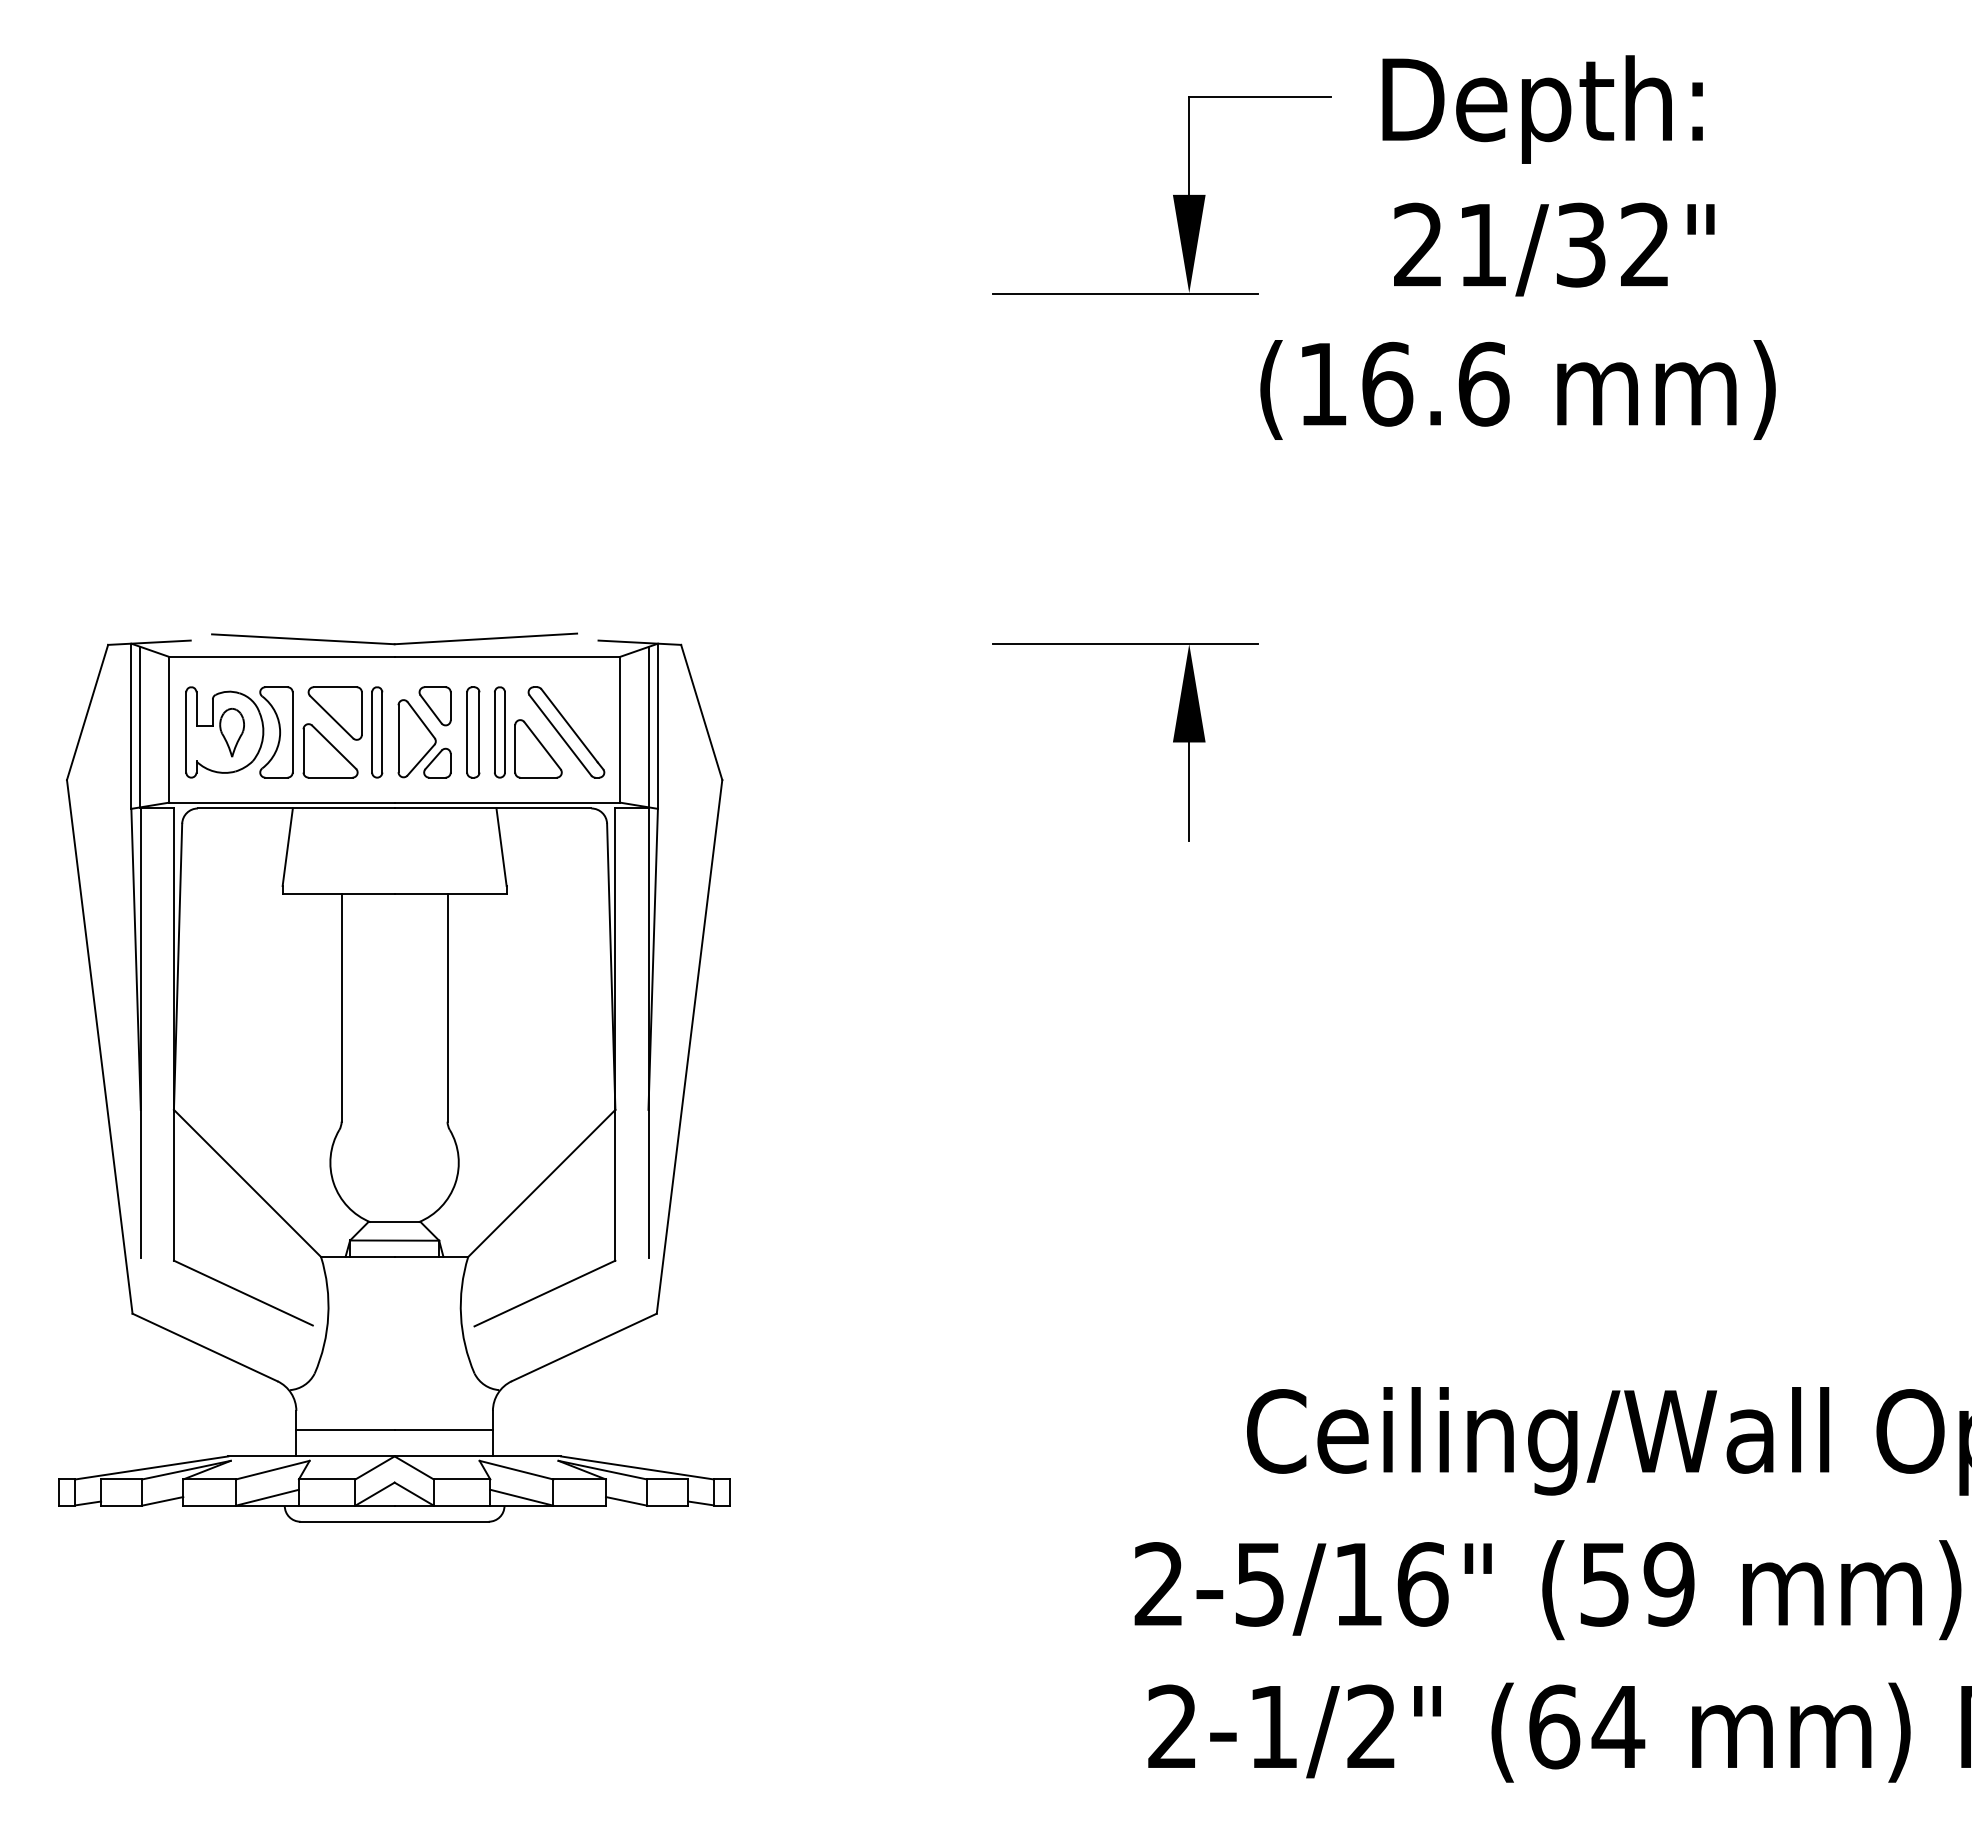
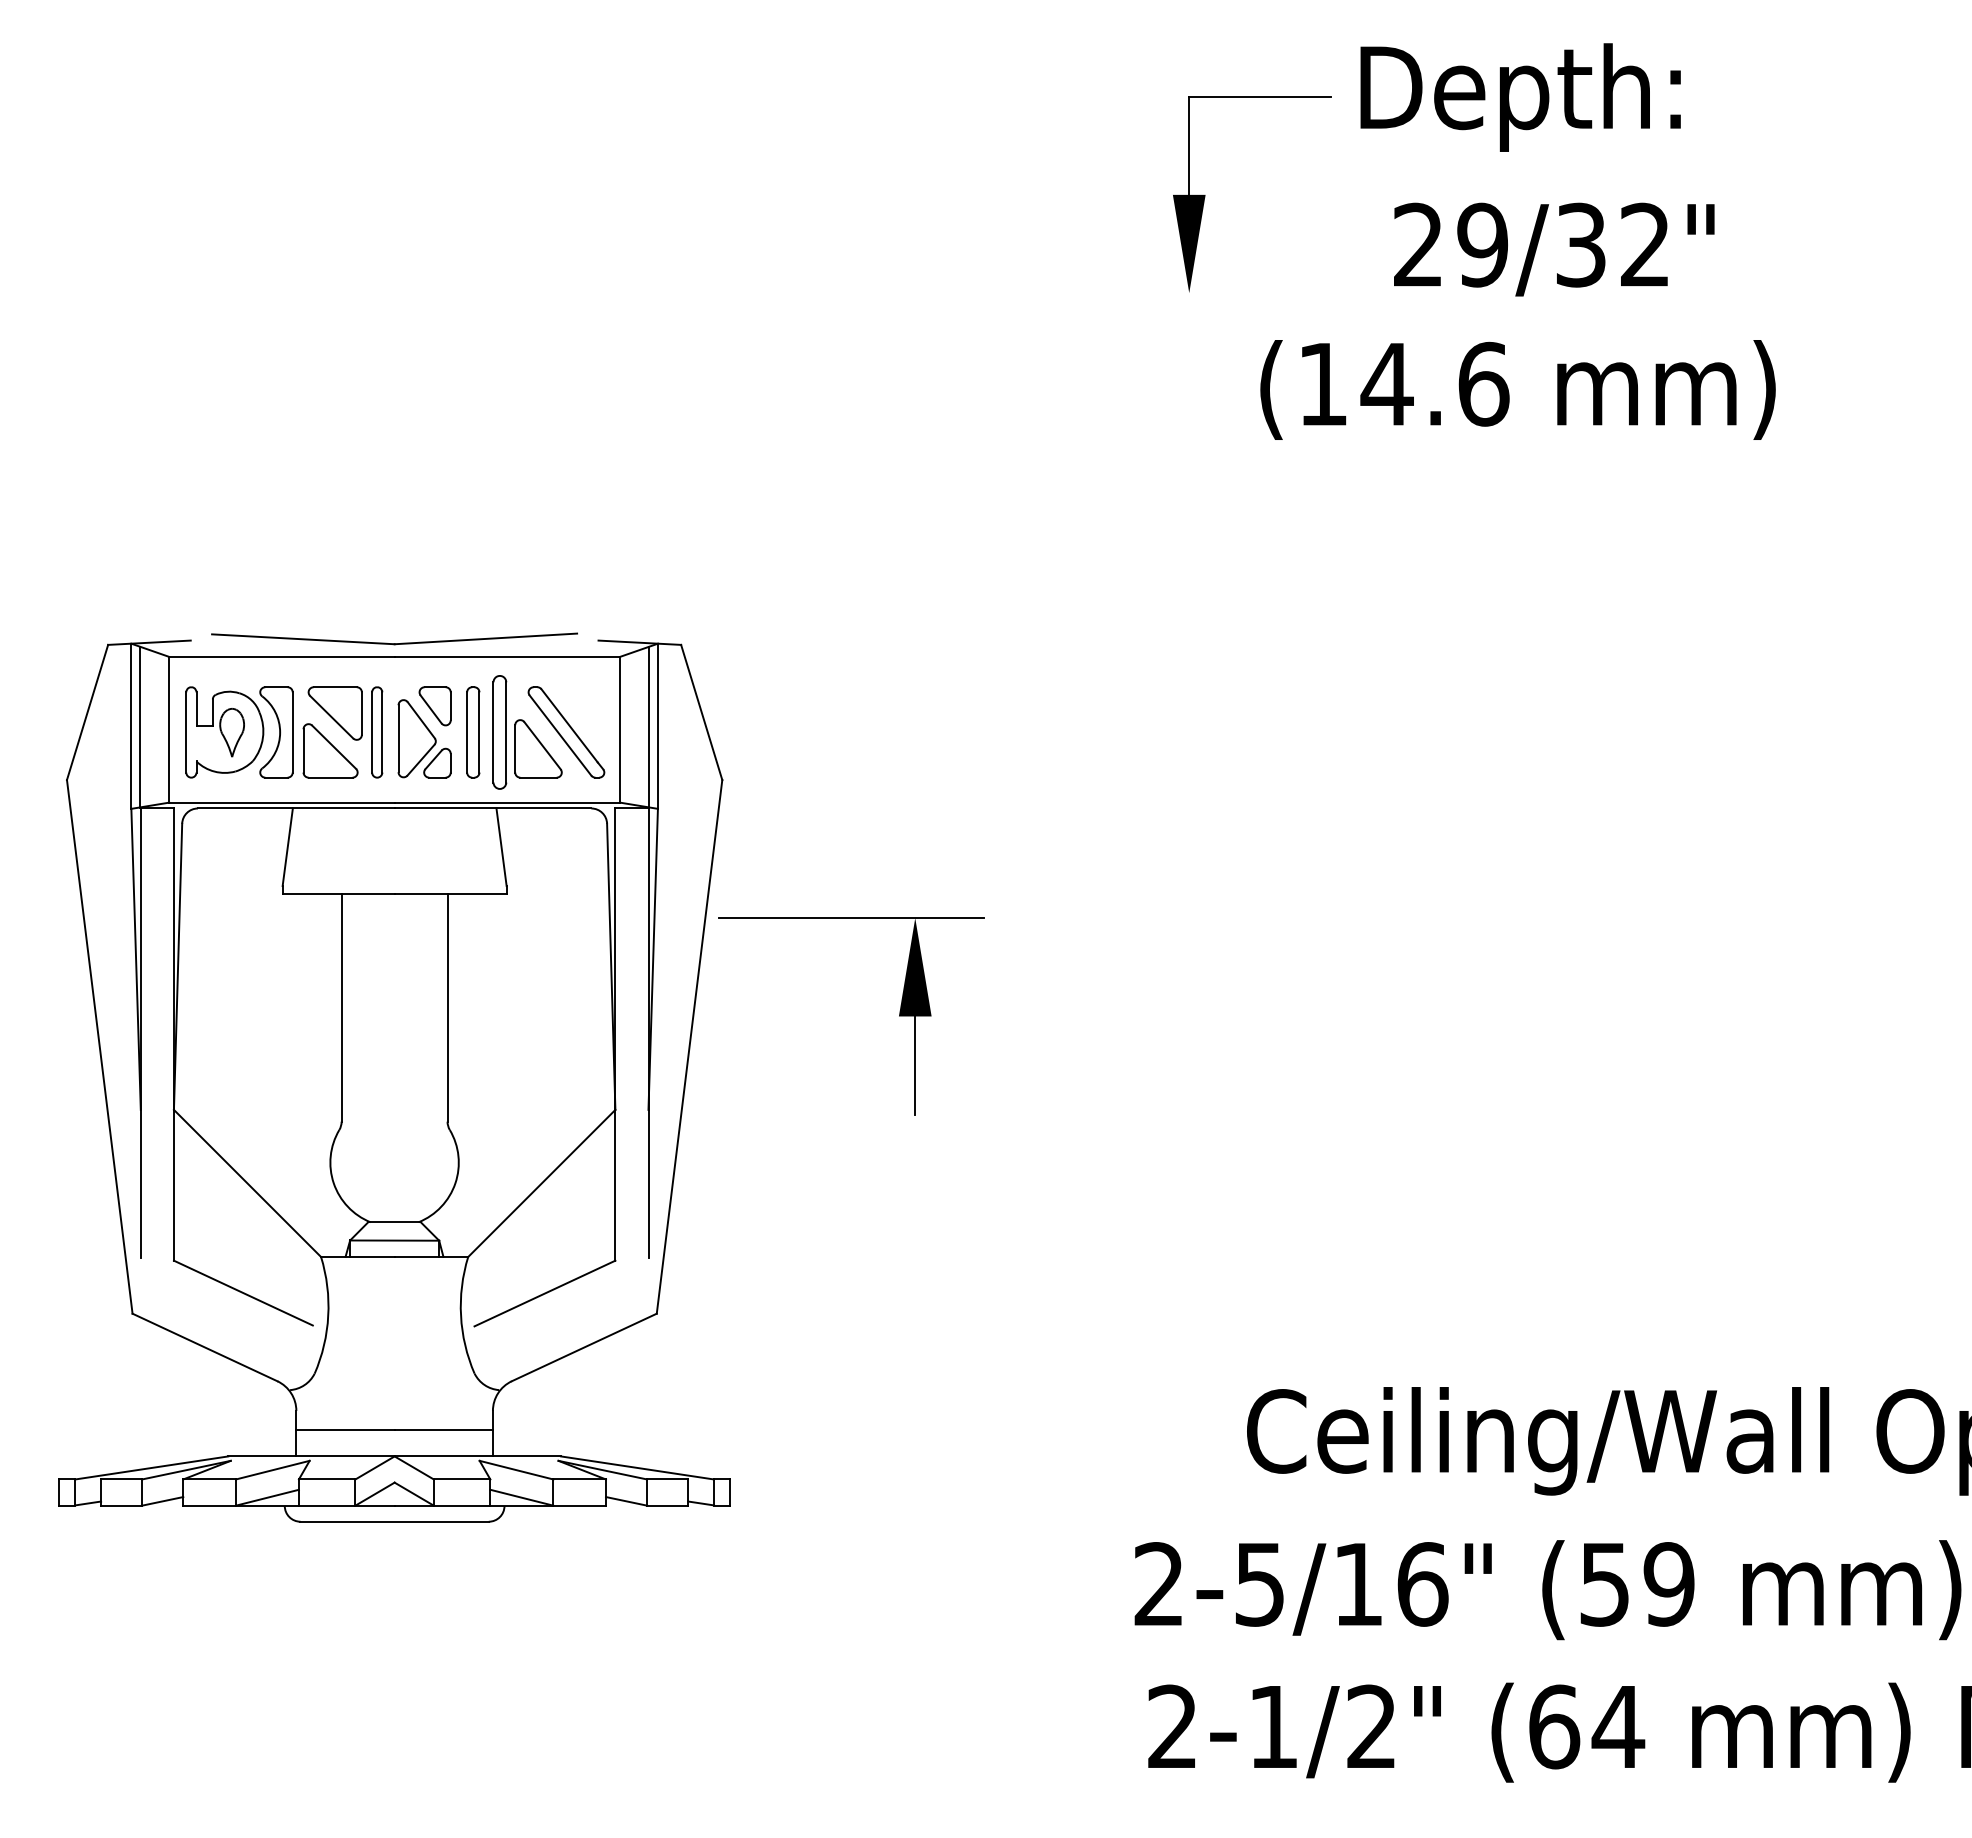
text at (1542, 109) position: (1542, 109) -> (1520, 97)
text at (1482, 244): 21/32" -> 29/32"
line at (1125, 293): present -> none
text at (1386, 383): (16.6 -> (14.6
part at (499, 732) size: 12x93 px -> 16x115 px
part at (1173, 742) position: (1173, 742) -> (899, 1016)
